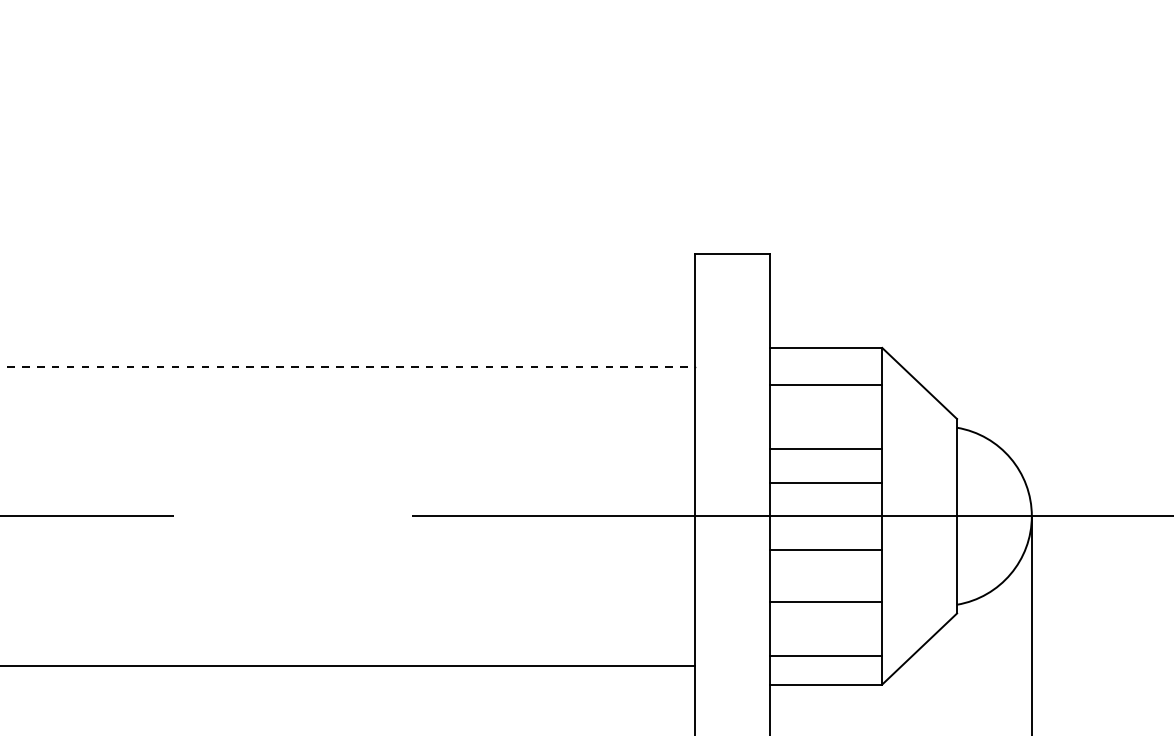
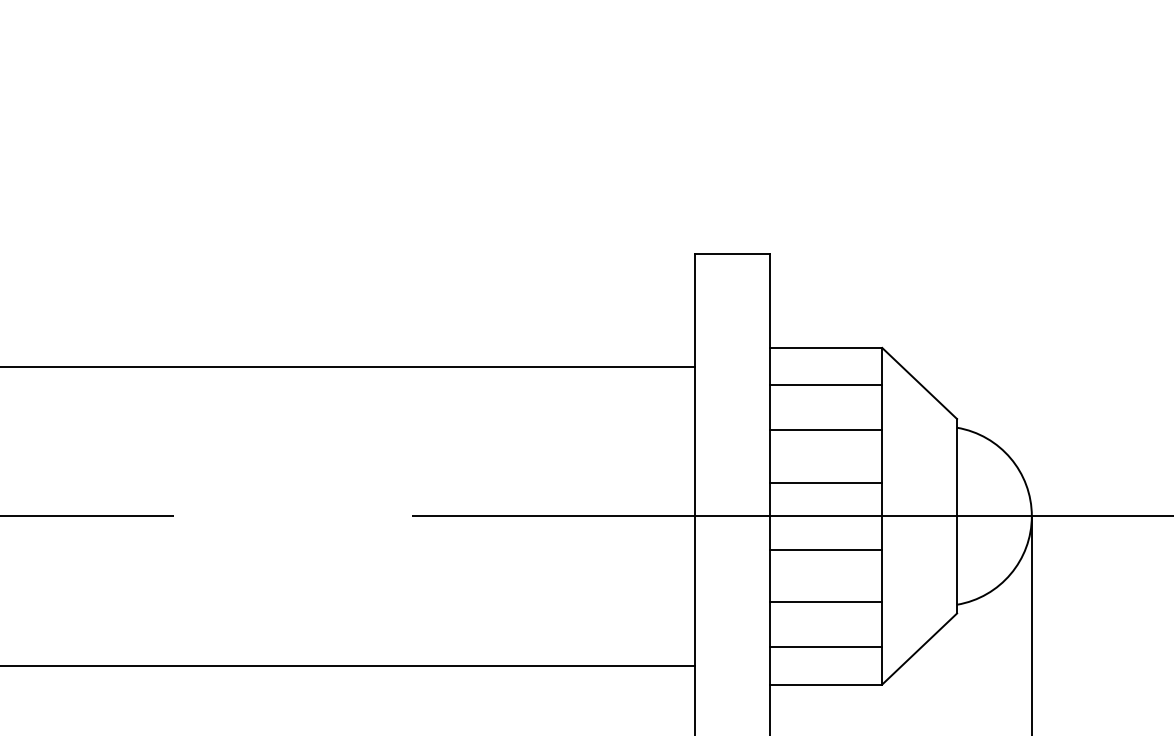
line at (348, 366): dashed -> solid
line at (826, 449) position: (826, 449) -> (826, 430)
line at (826, 656) position: (826, 656) -> (826, 647)
